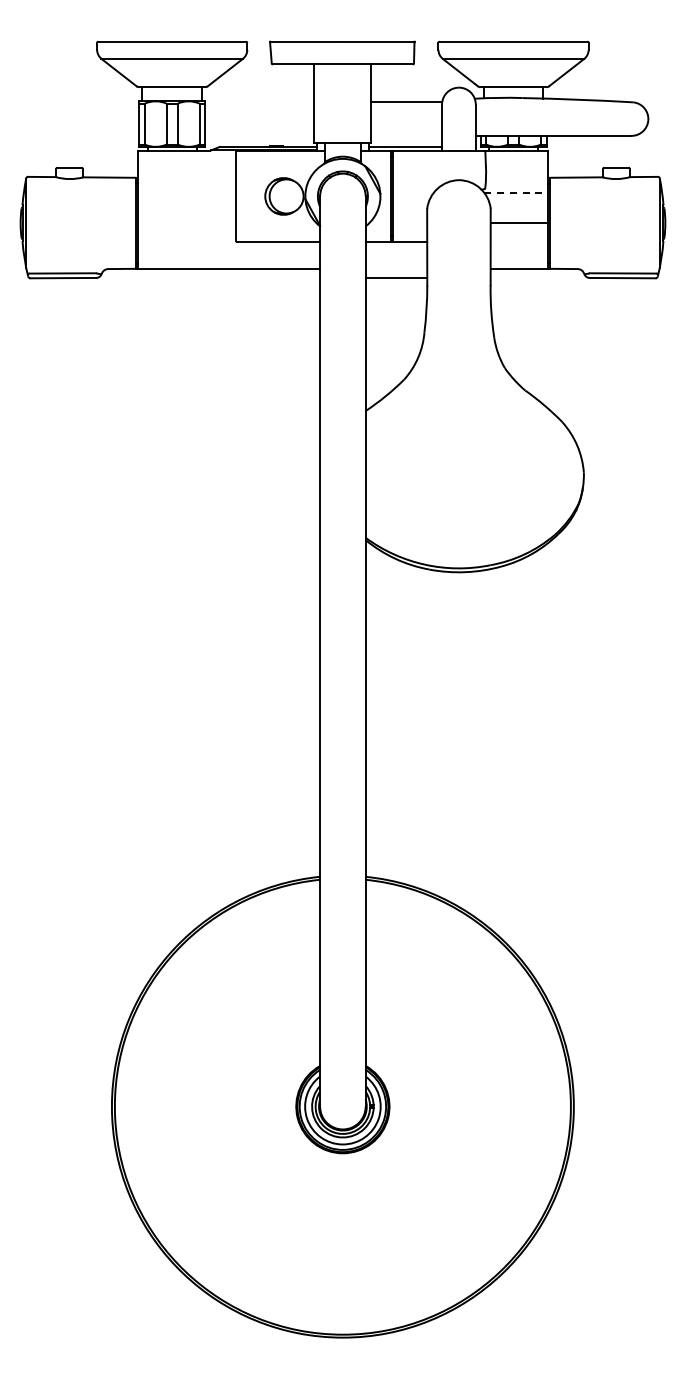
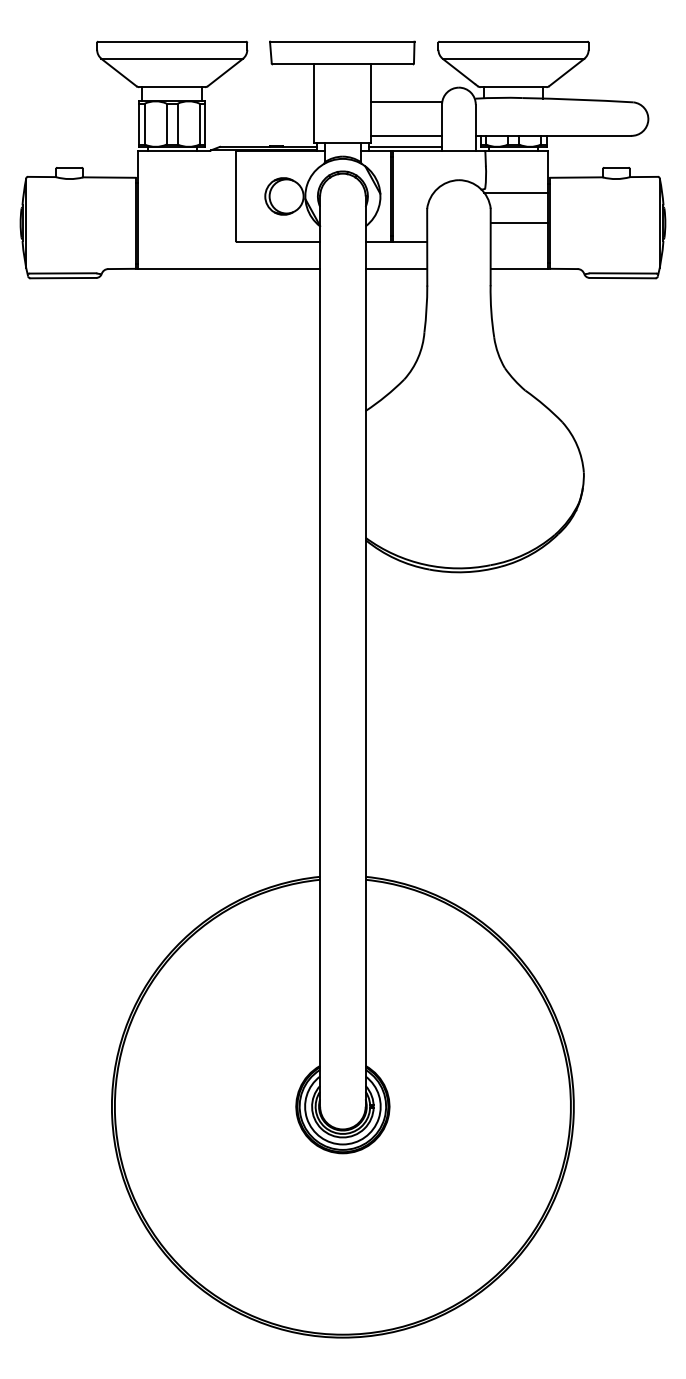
line at (406, 135): none -> present
line at (515, 192): dashed -> solid
line at (396, 277) position: (396, 277) -> (396, 268)
